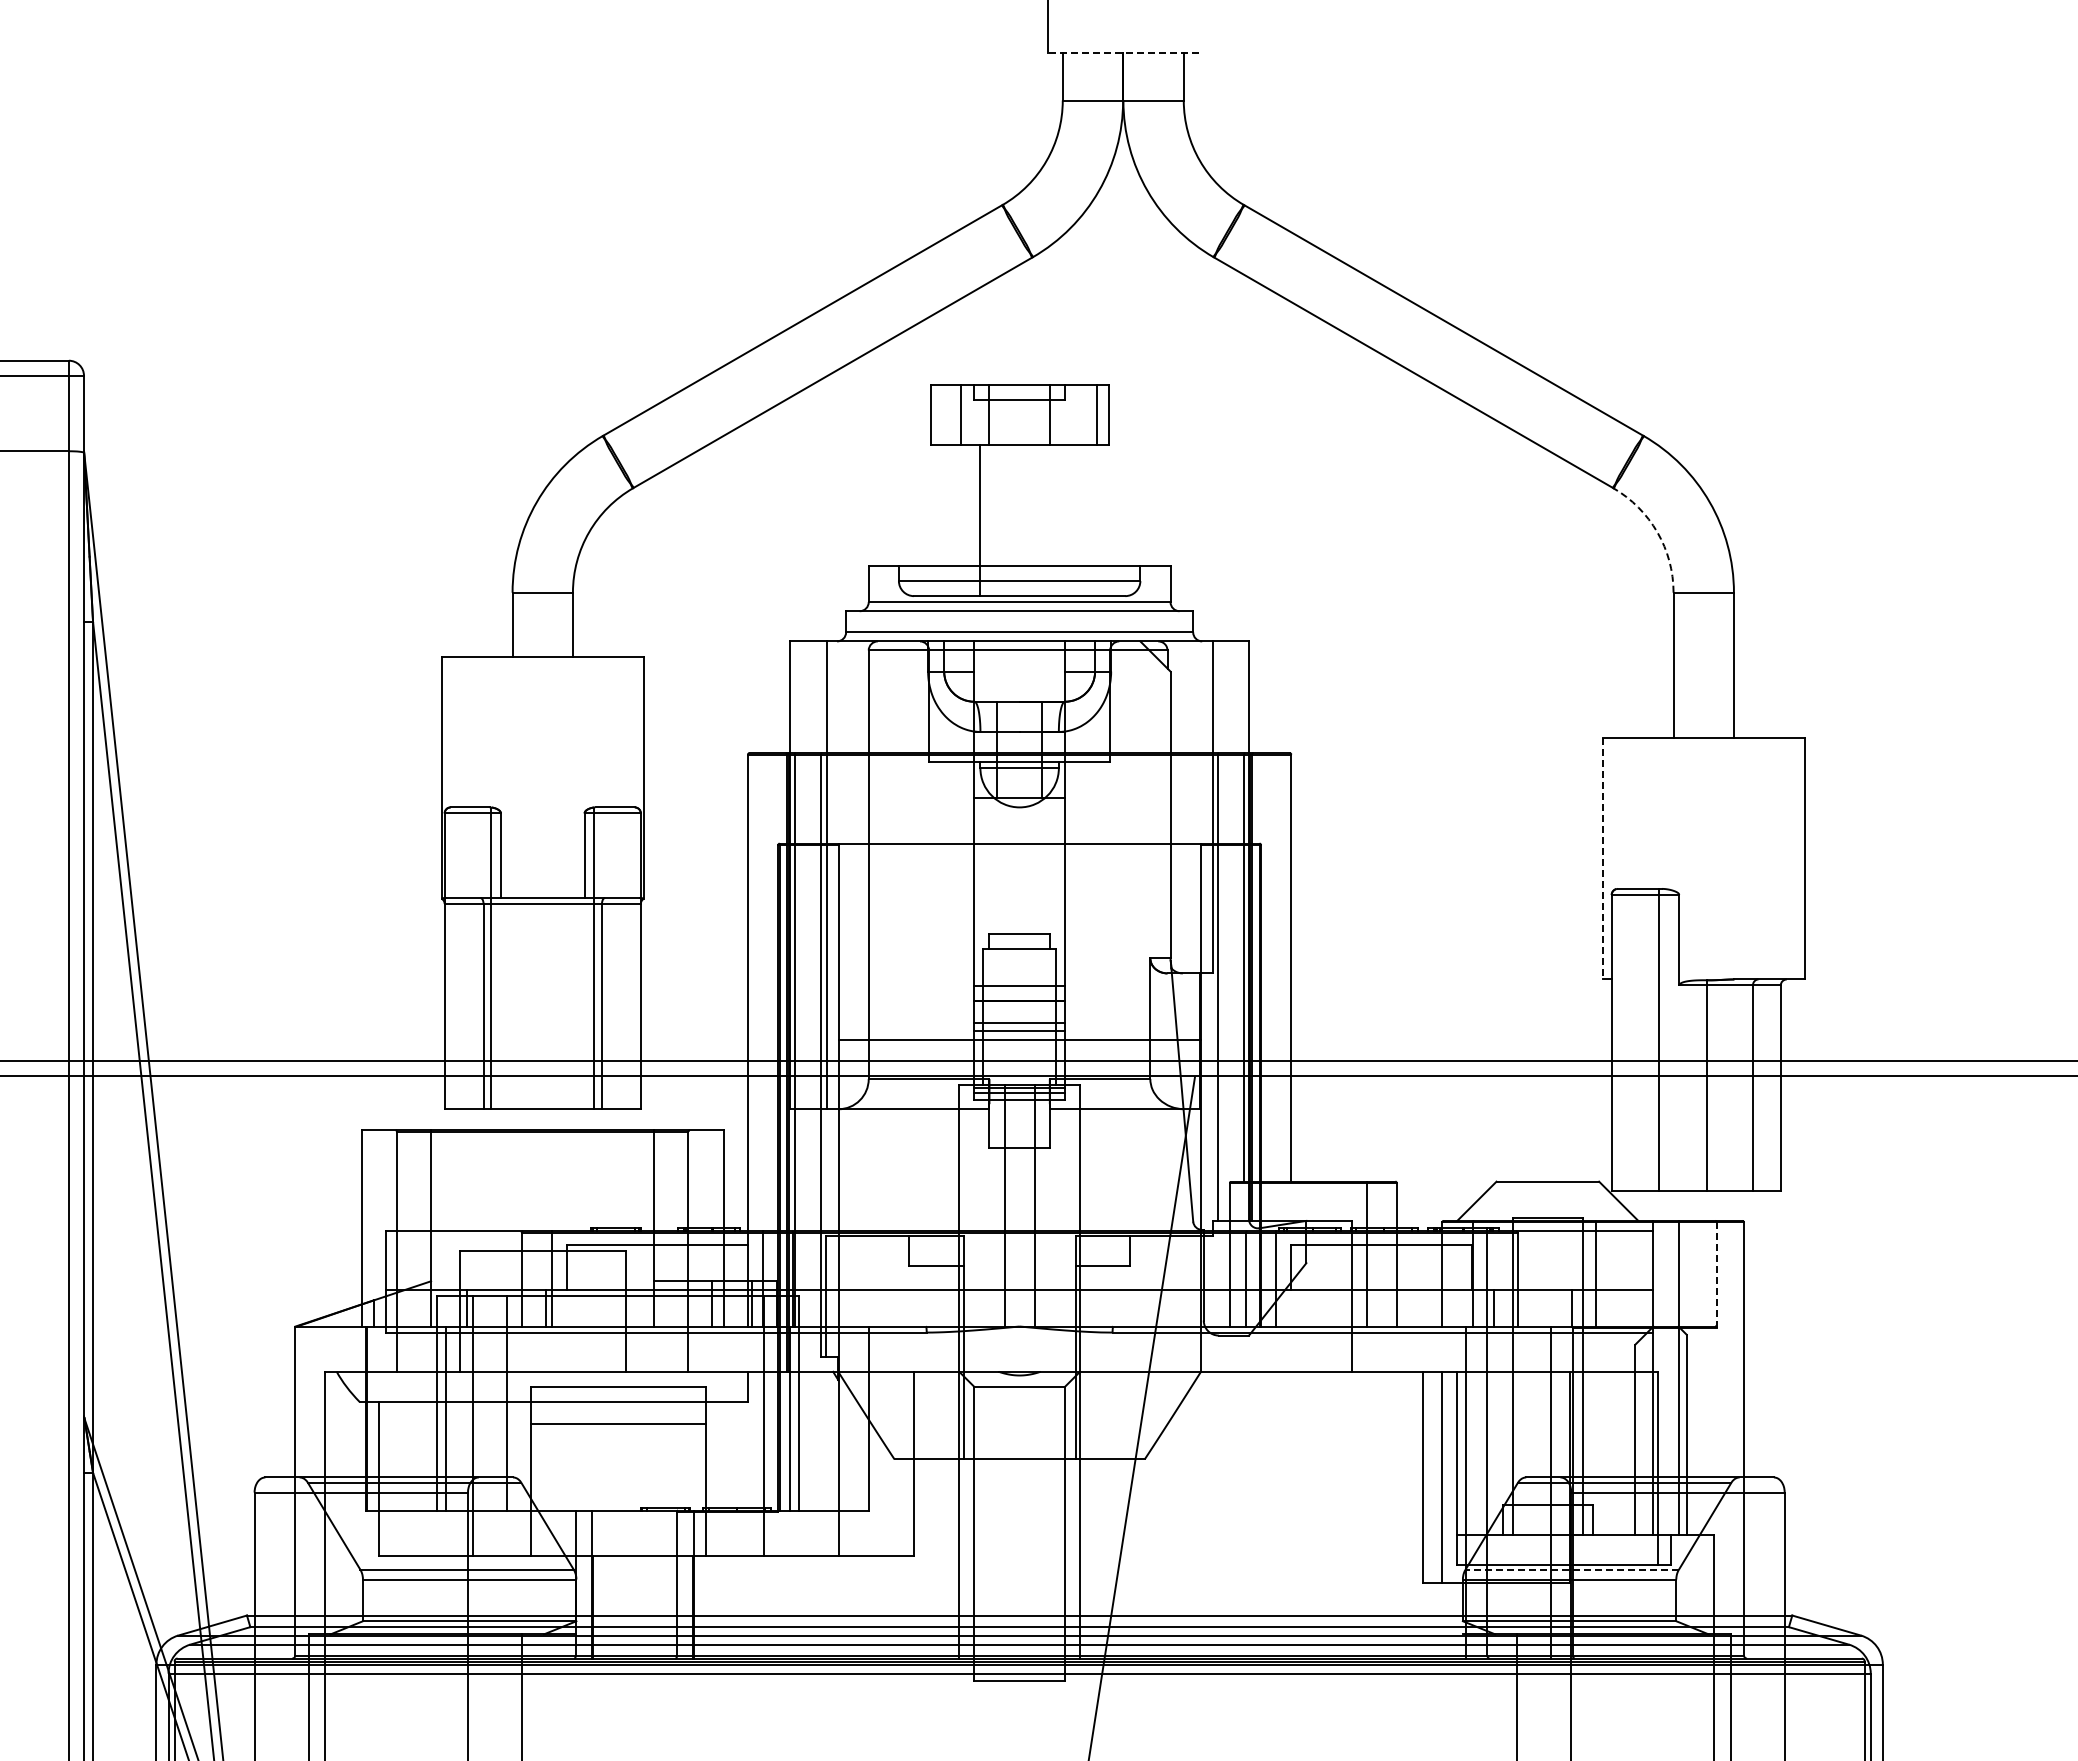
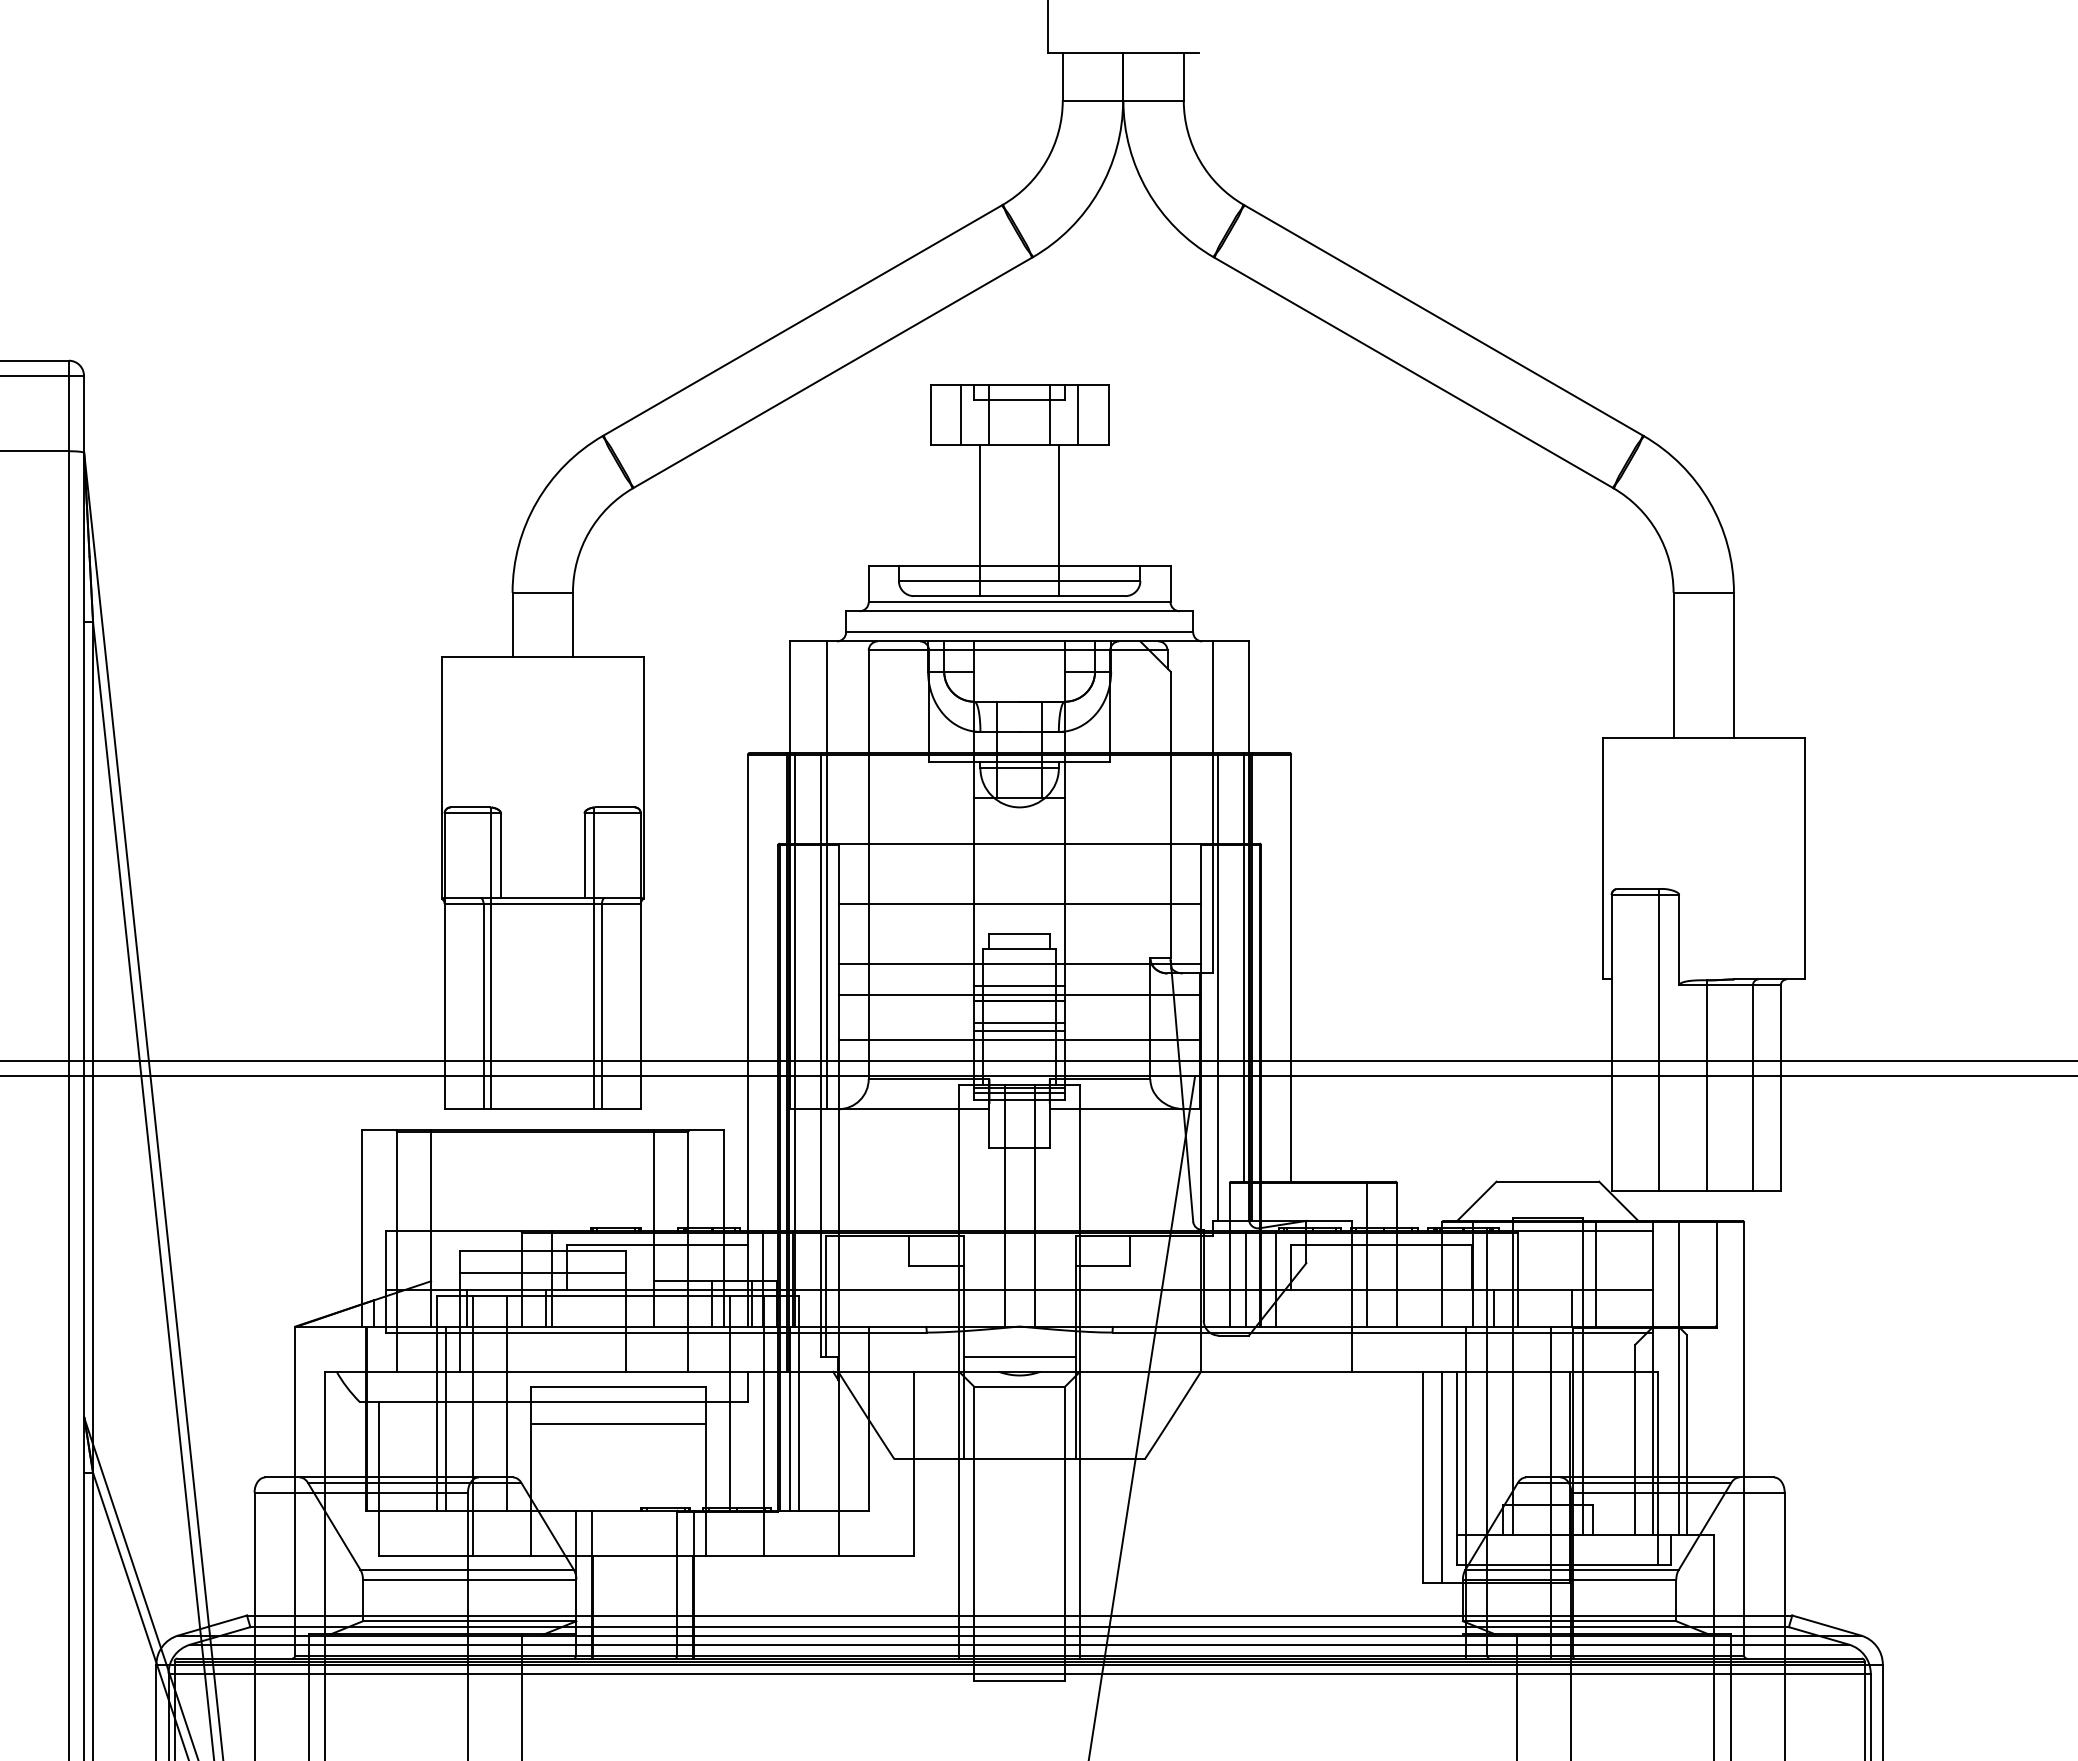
line at (1122, 52): dashed -> solid
line at (1097, 414) position: (1097, 414) -> (1078, 414)
line at (1058, 520): none -> present
arc at (1657, 532): dashed -> solid
line at (1602, 858): dashed -> solid
line at (1019, 904): none -> present
line at (1019, 964): none -> present
line at (1019, 994): none -> present
line at (542, 1272): none -> present
line at (1716, 1275): dashed -> solid
line at (1019, 1356): none -> present
line at (729, 1403): none -> present
line at (1572, 1569): dashed -> solid
